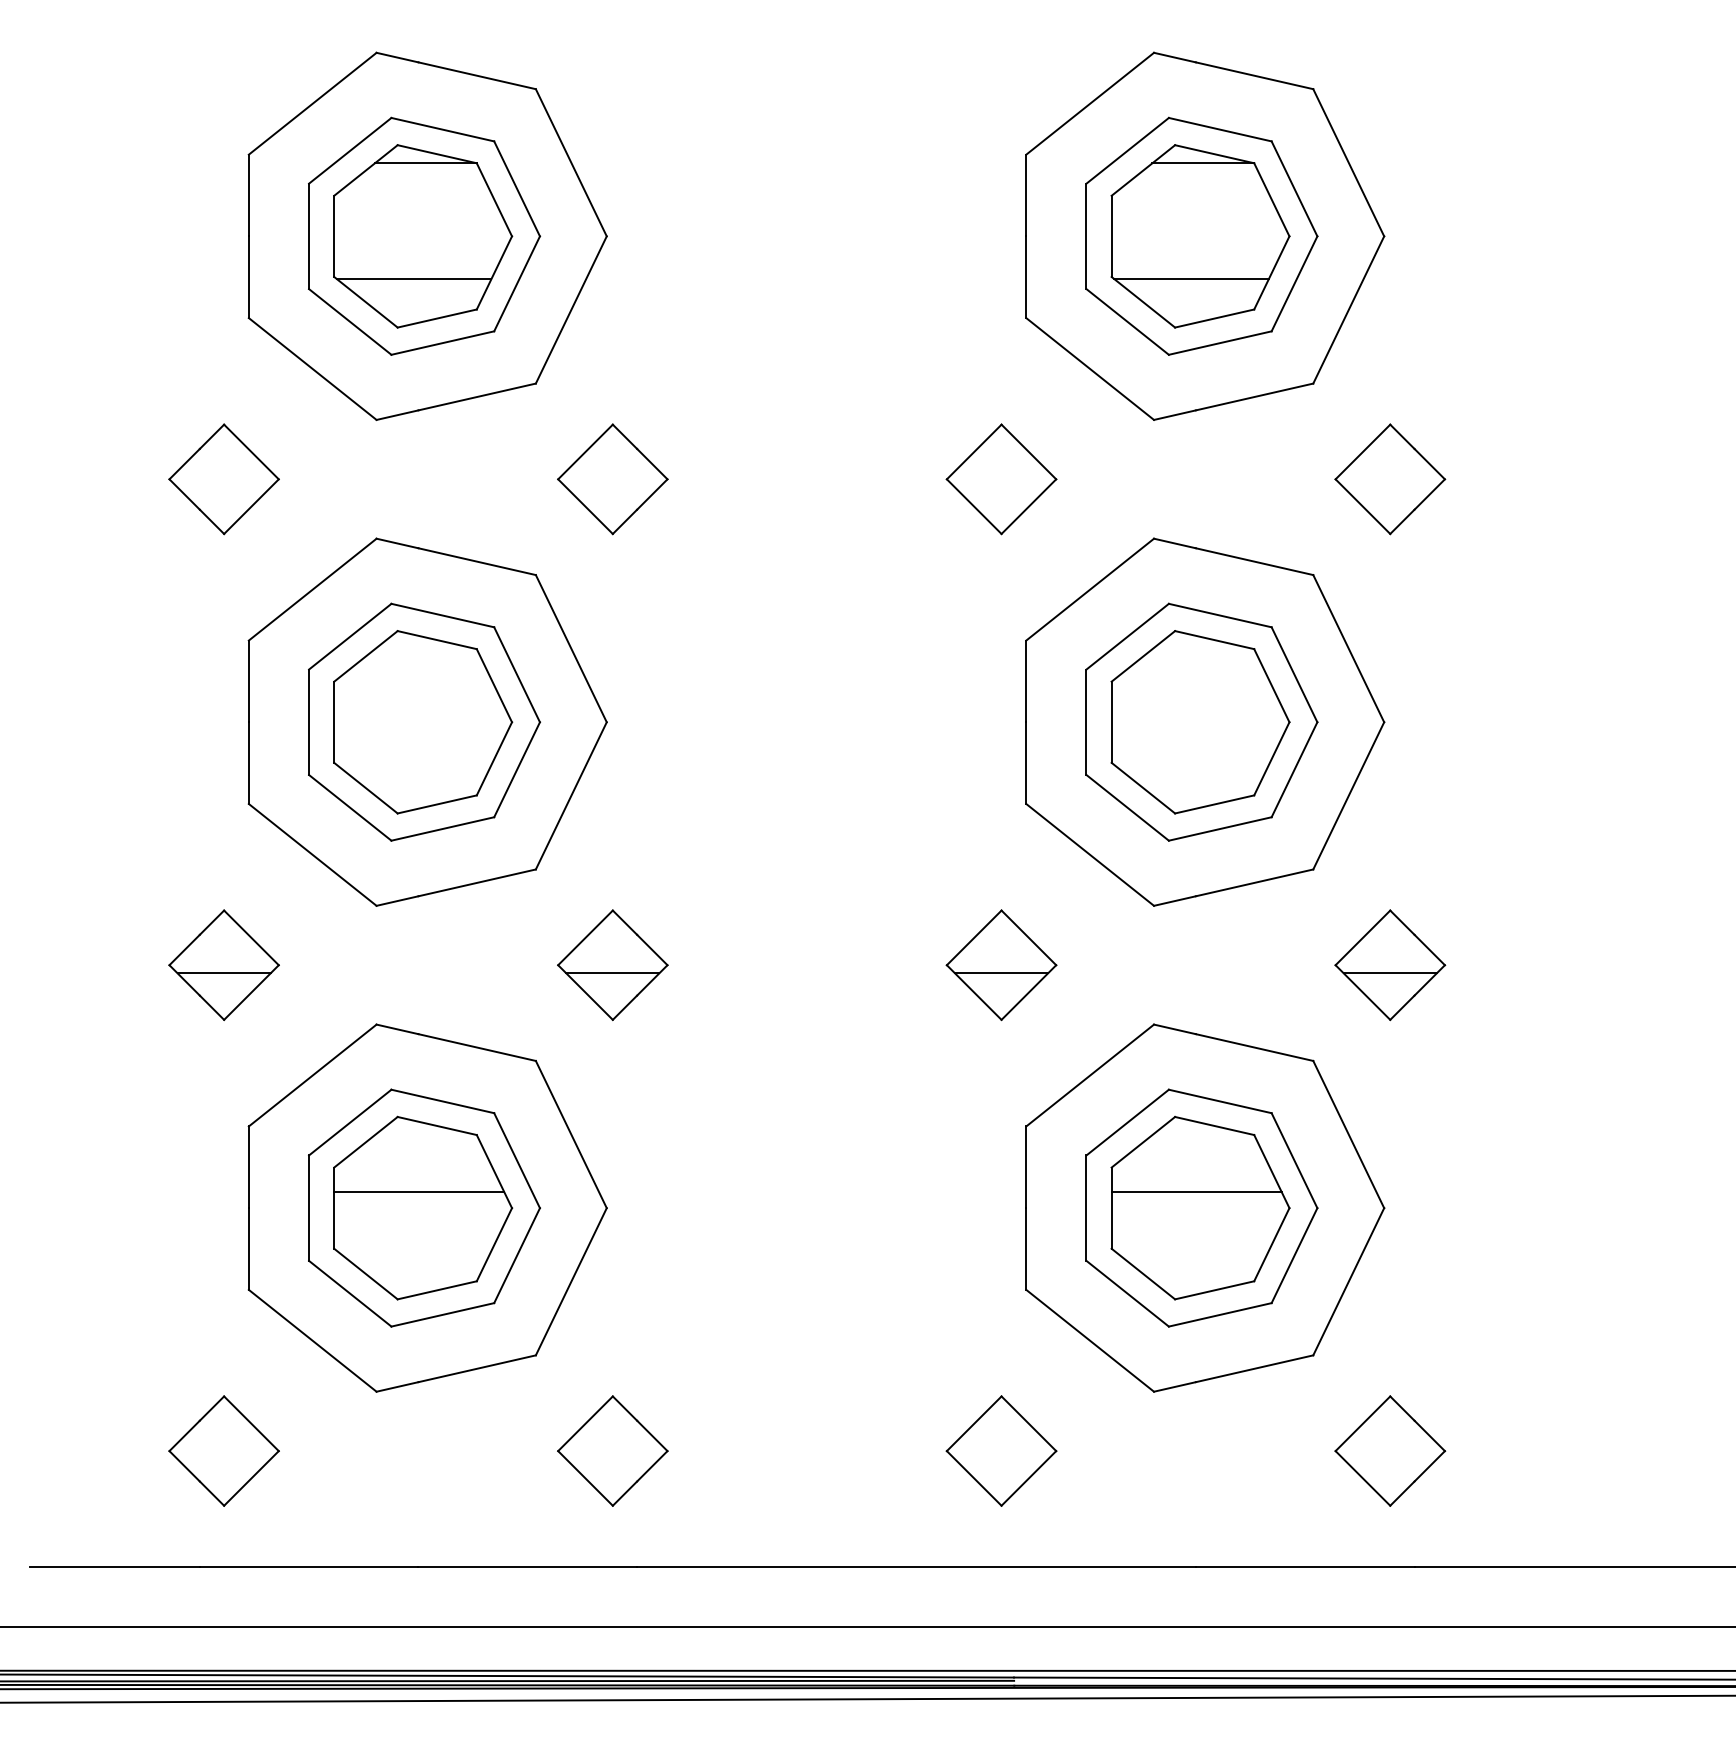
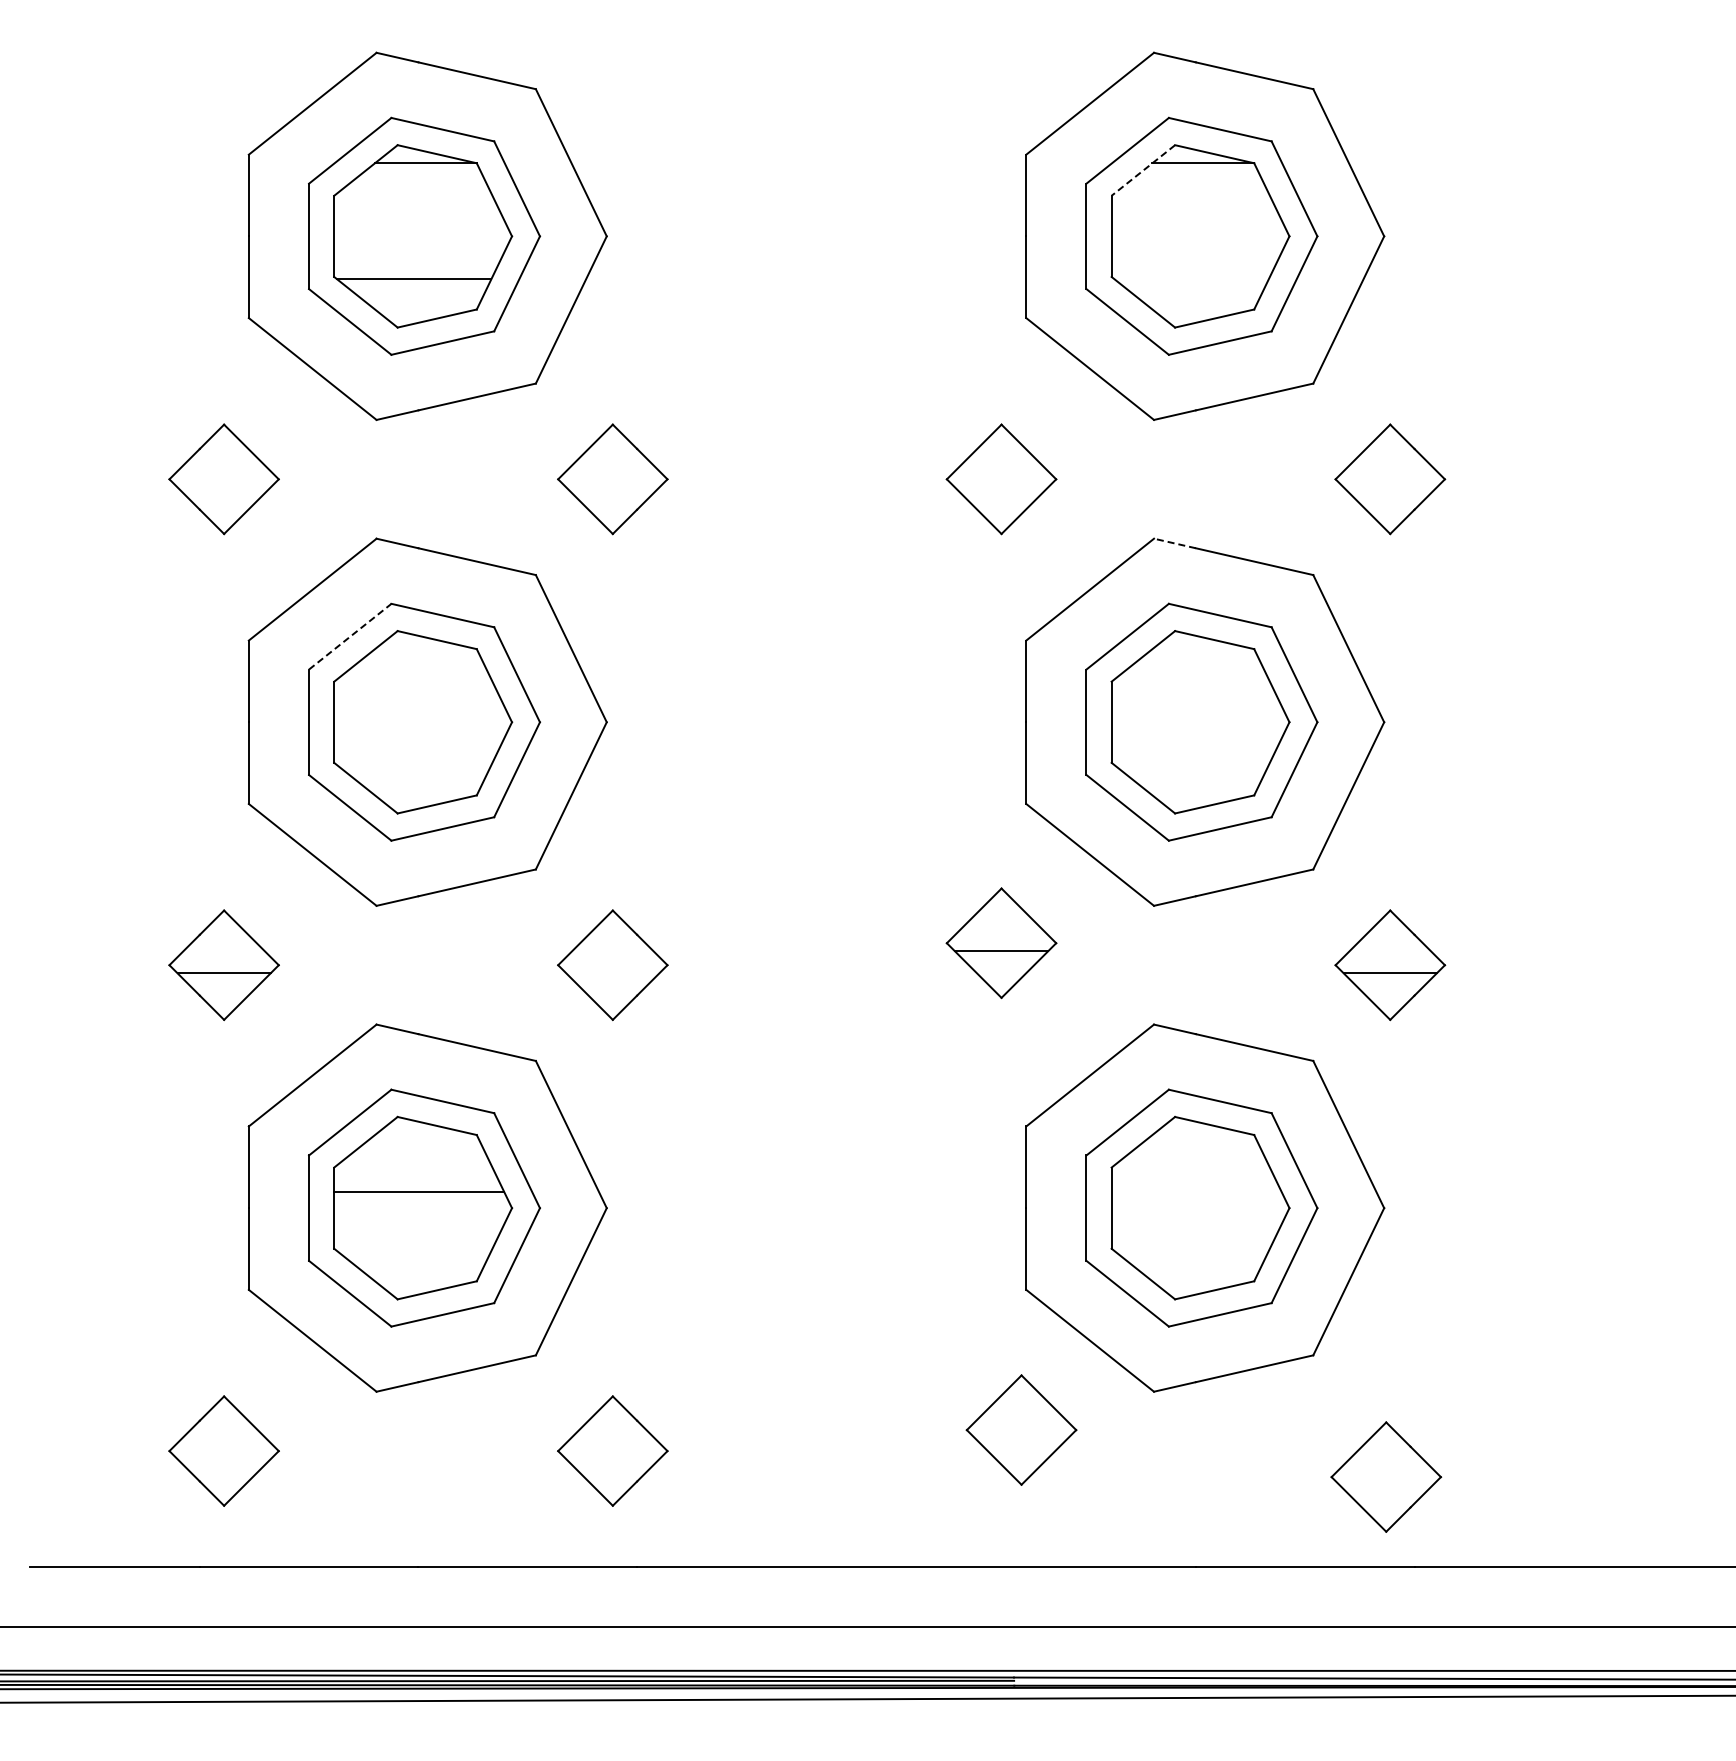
line at (1143, 170): solid -> dashed
line at (1191, 279): present -> none
line at (1174, 543): solid -> dashed
line at (350, 636): solid -> dashed
part at (1001, 964) position: (1001, 964) -> (1001, 942)
line at (612, 973): present -> none
line at (1196, 1192): present -> none
part at (1001, 1450) position: (1001, 1450) -> (1021, 1429)
part at (1390, 1450) position: (1390, 1450) -> (1386, 1476)
